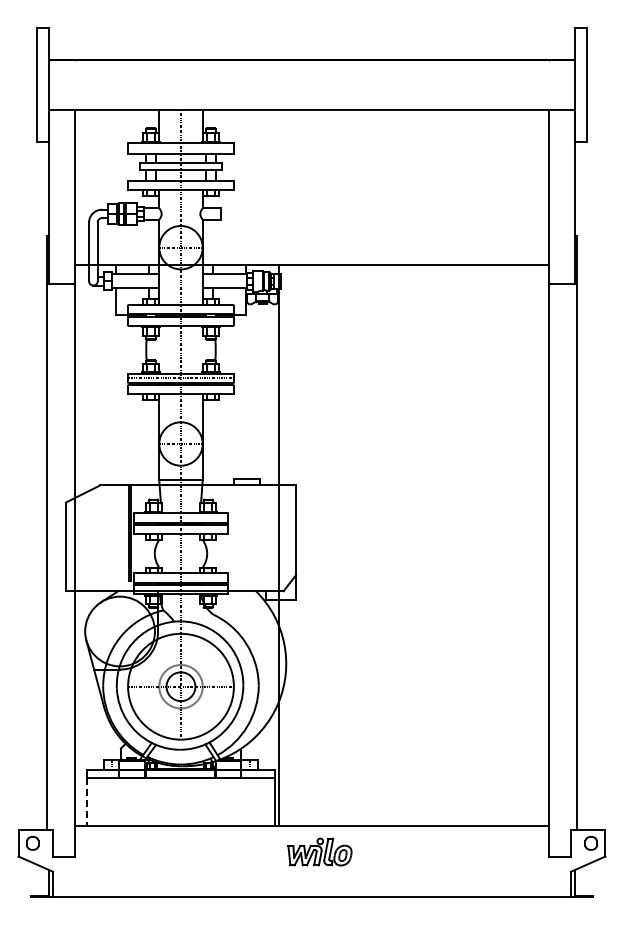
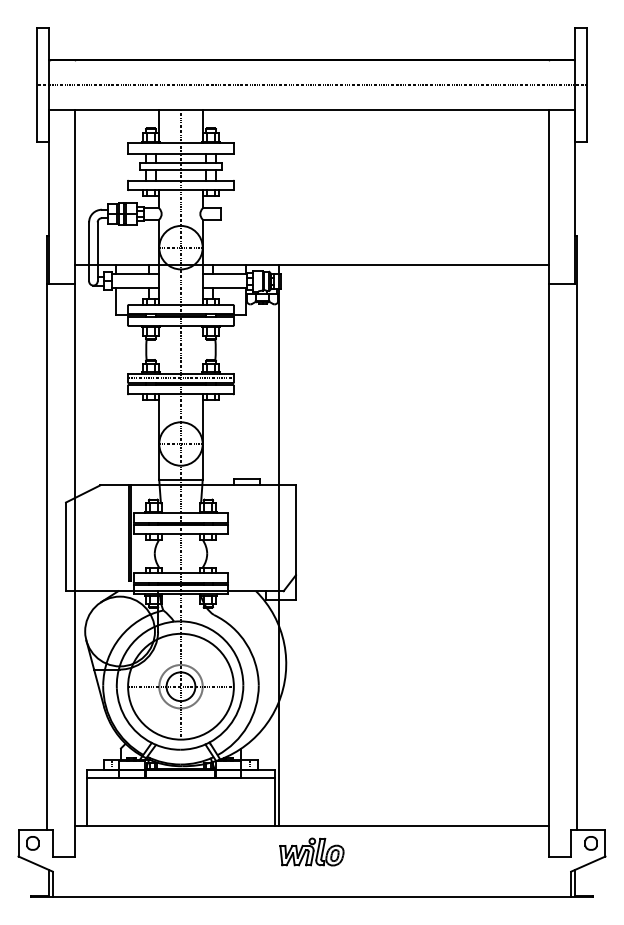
line at (311, 84): none -> present
line at (86, 802): dashed -> solid
part at (319, 851) position: (319, 851) -> (311, 851)
